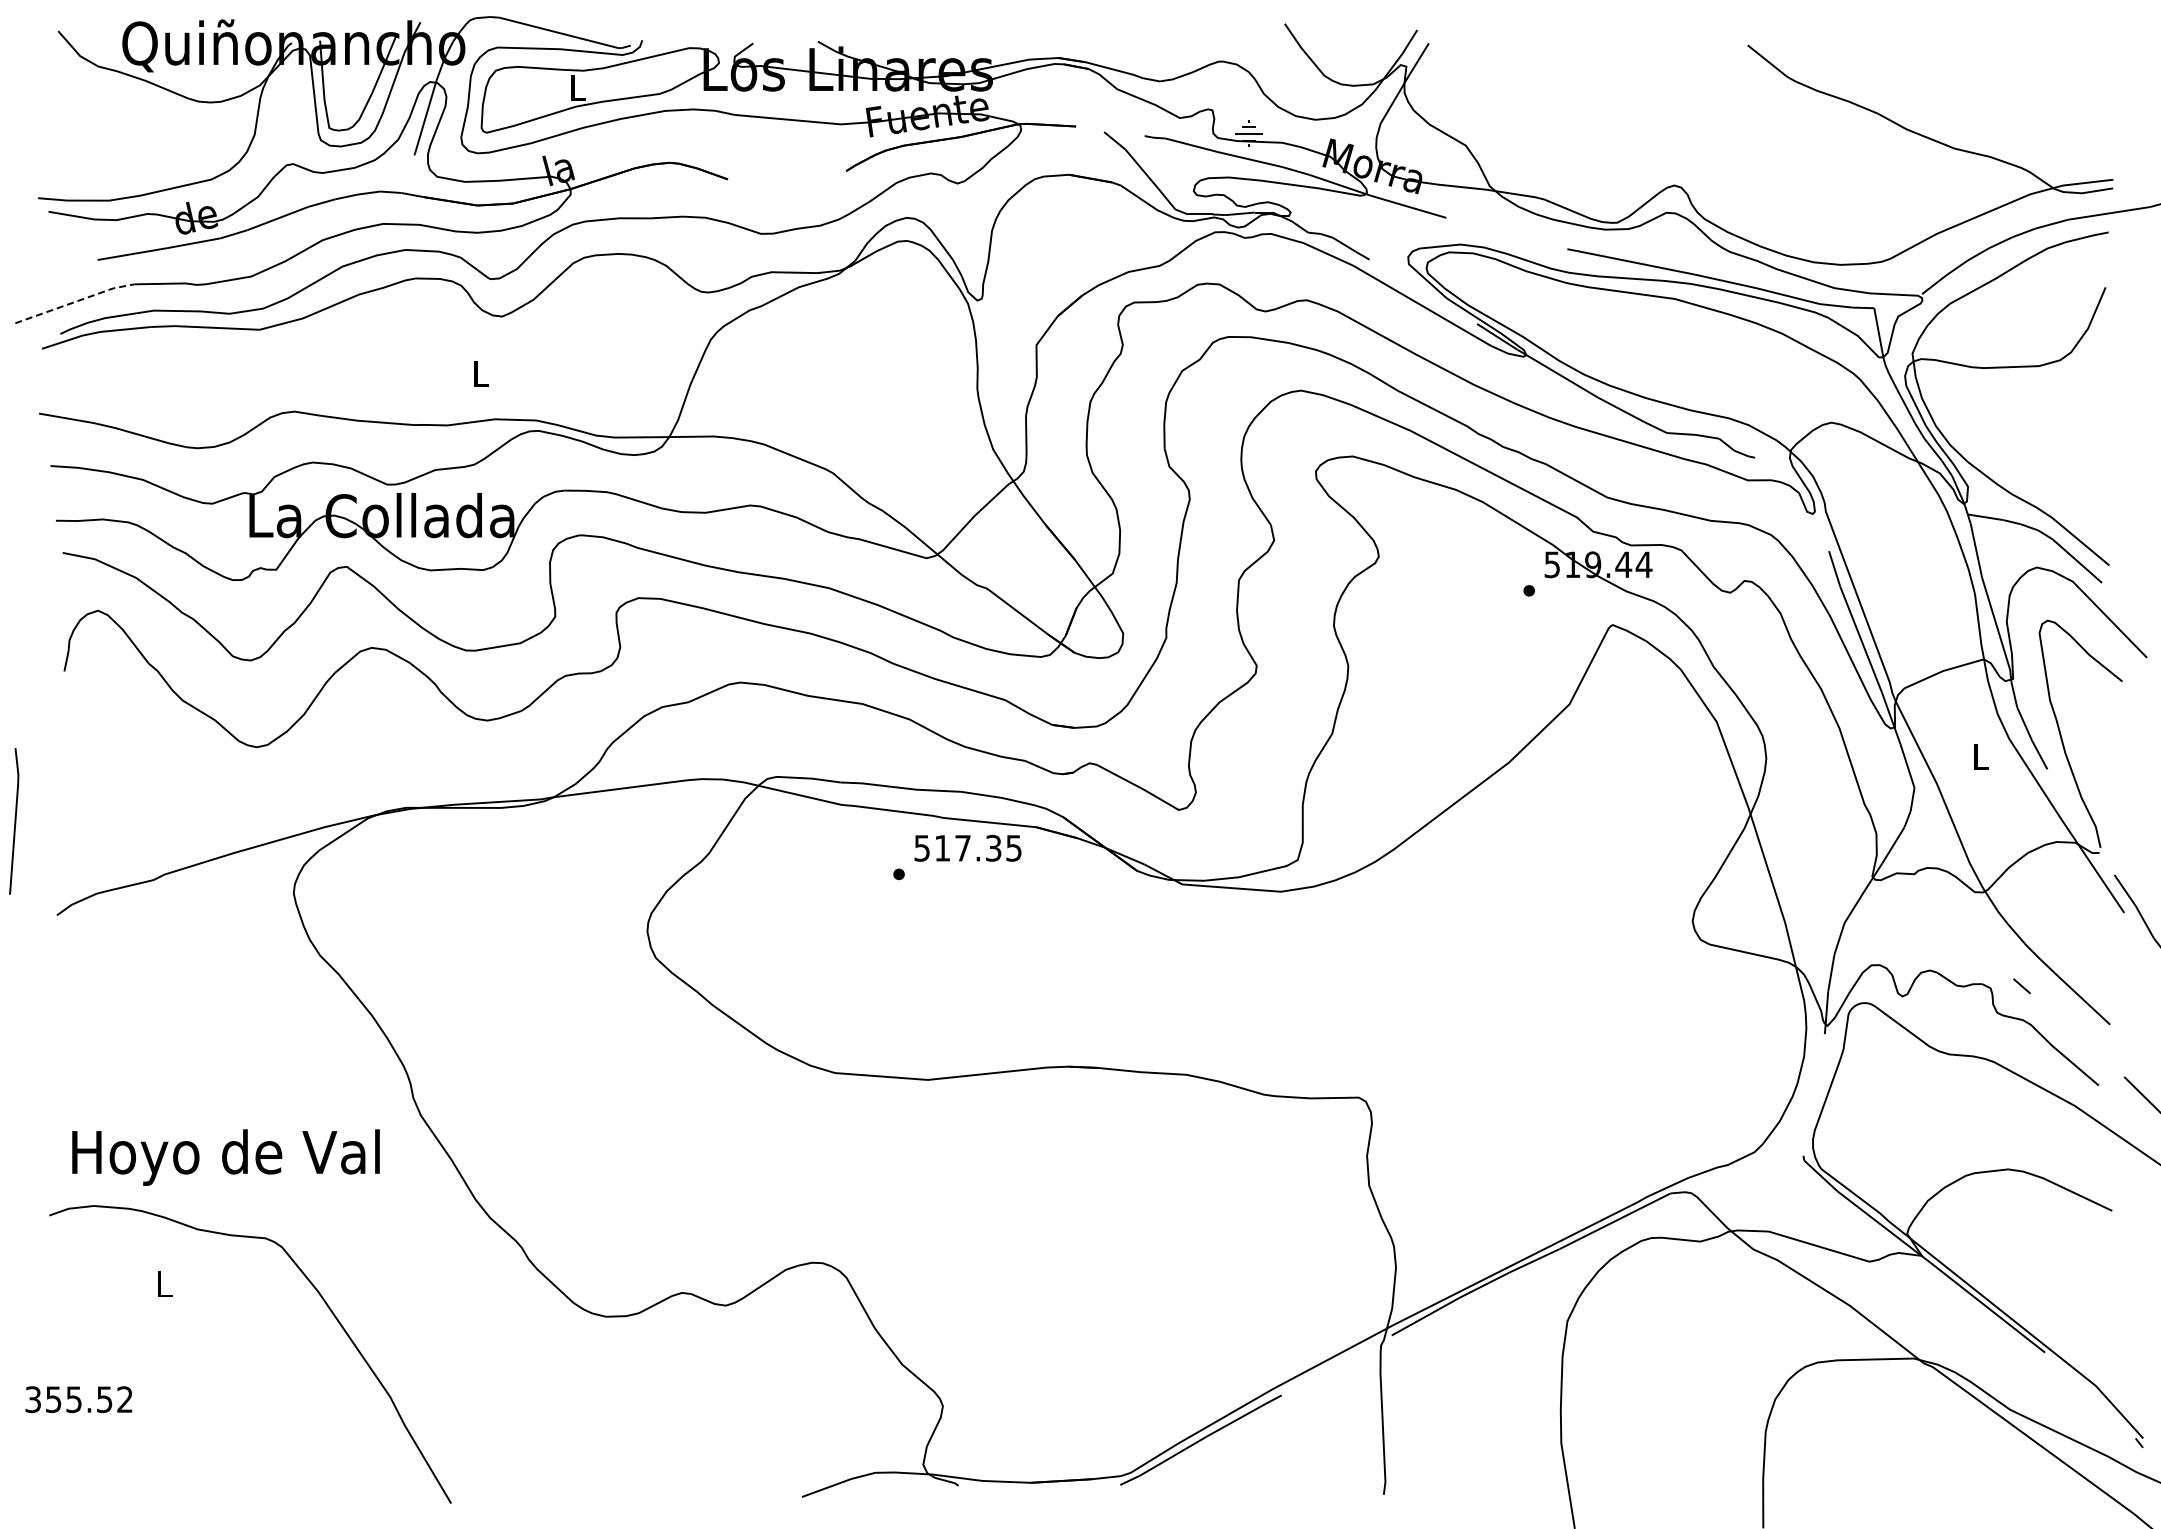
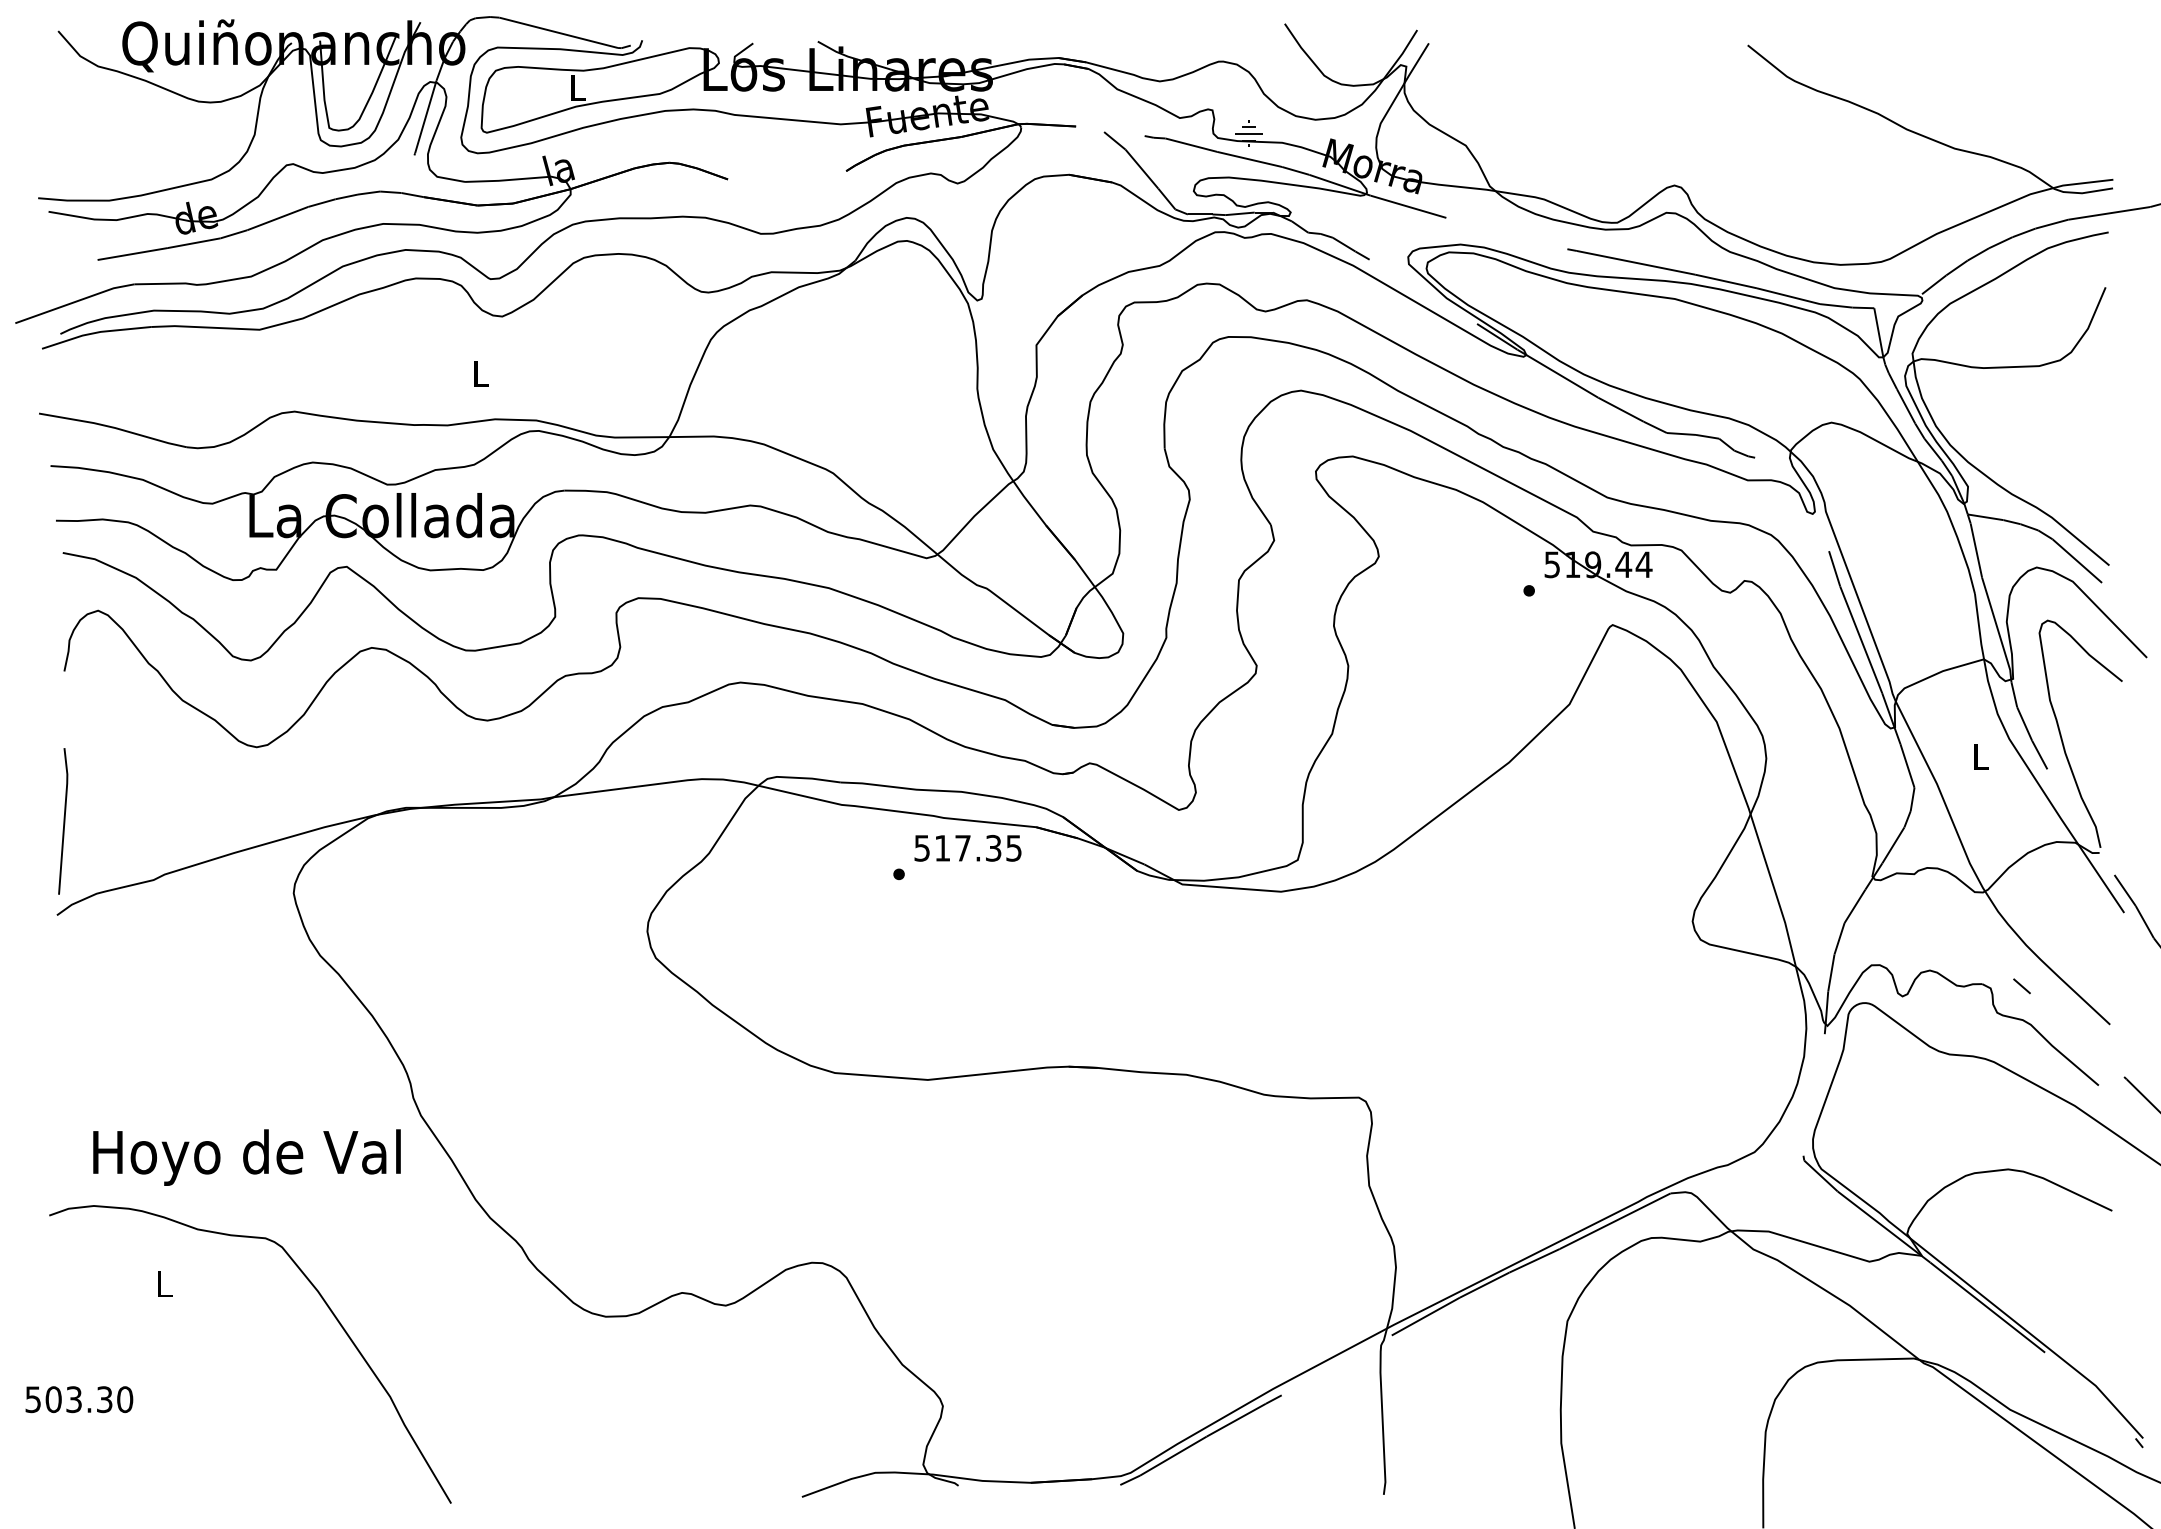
line at (75, 301): dashed -> solid
line at (14, 821) position: (14, 821) -> (63, 821)
text at (225, 1157) position: (225, 1157) -> (246, 1157)
text at (79, 1399): 355.52 -> 503.30
